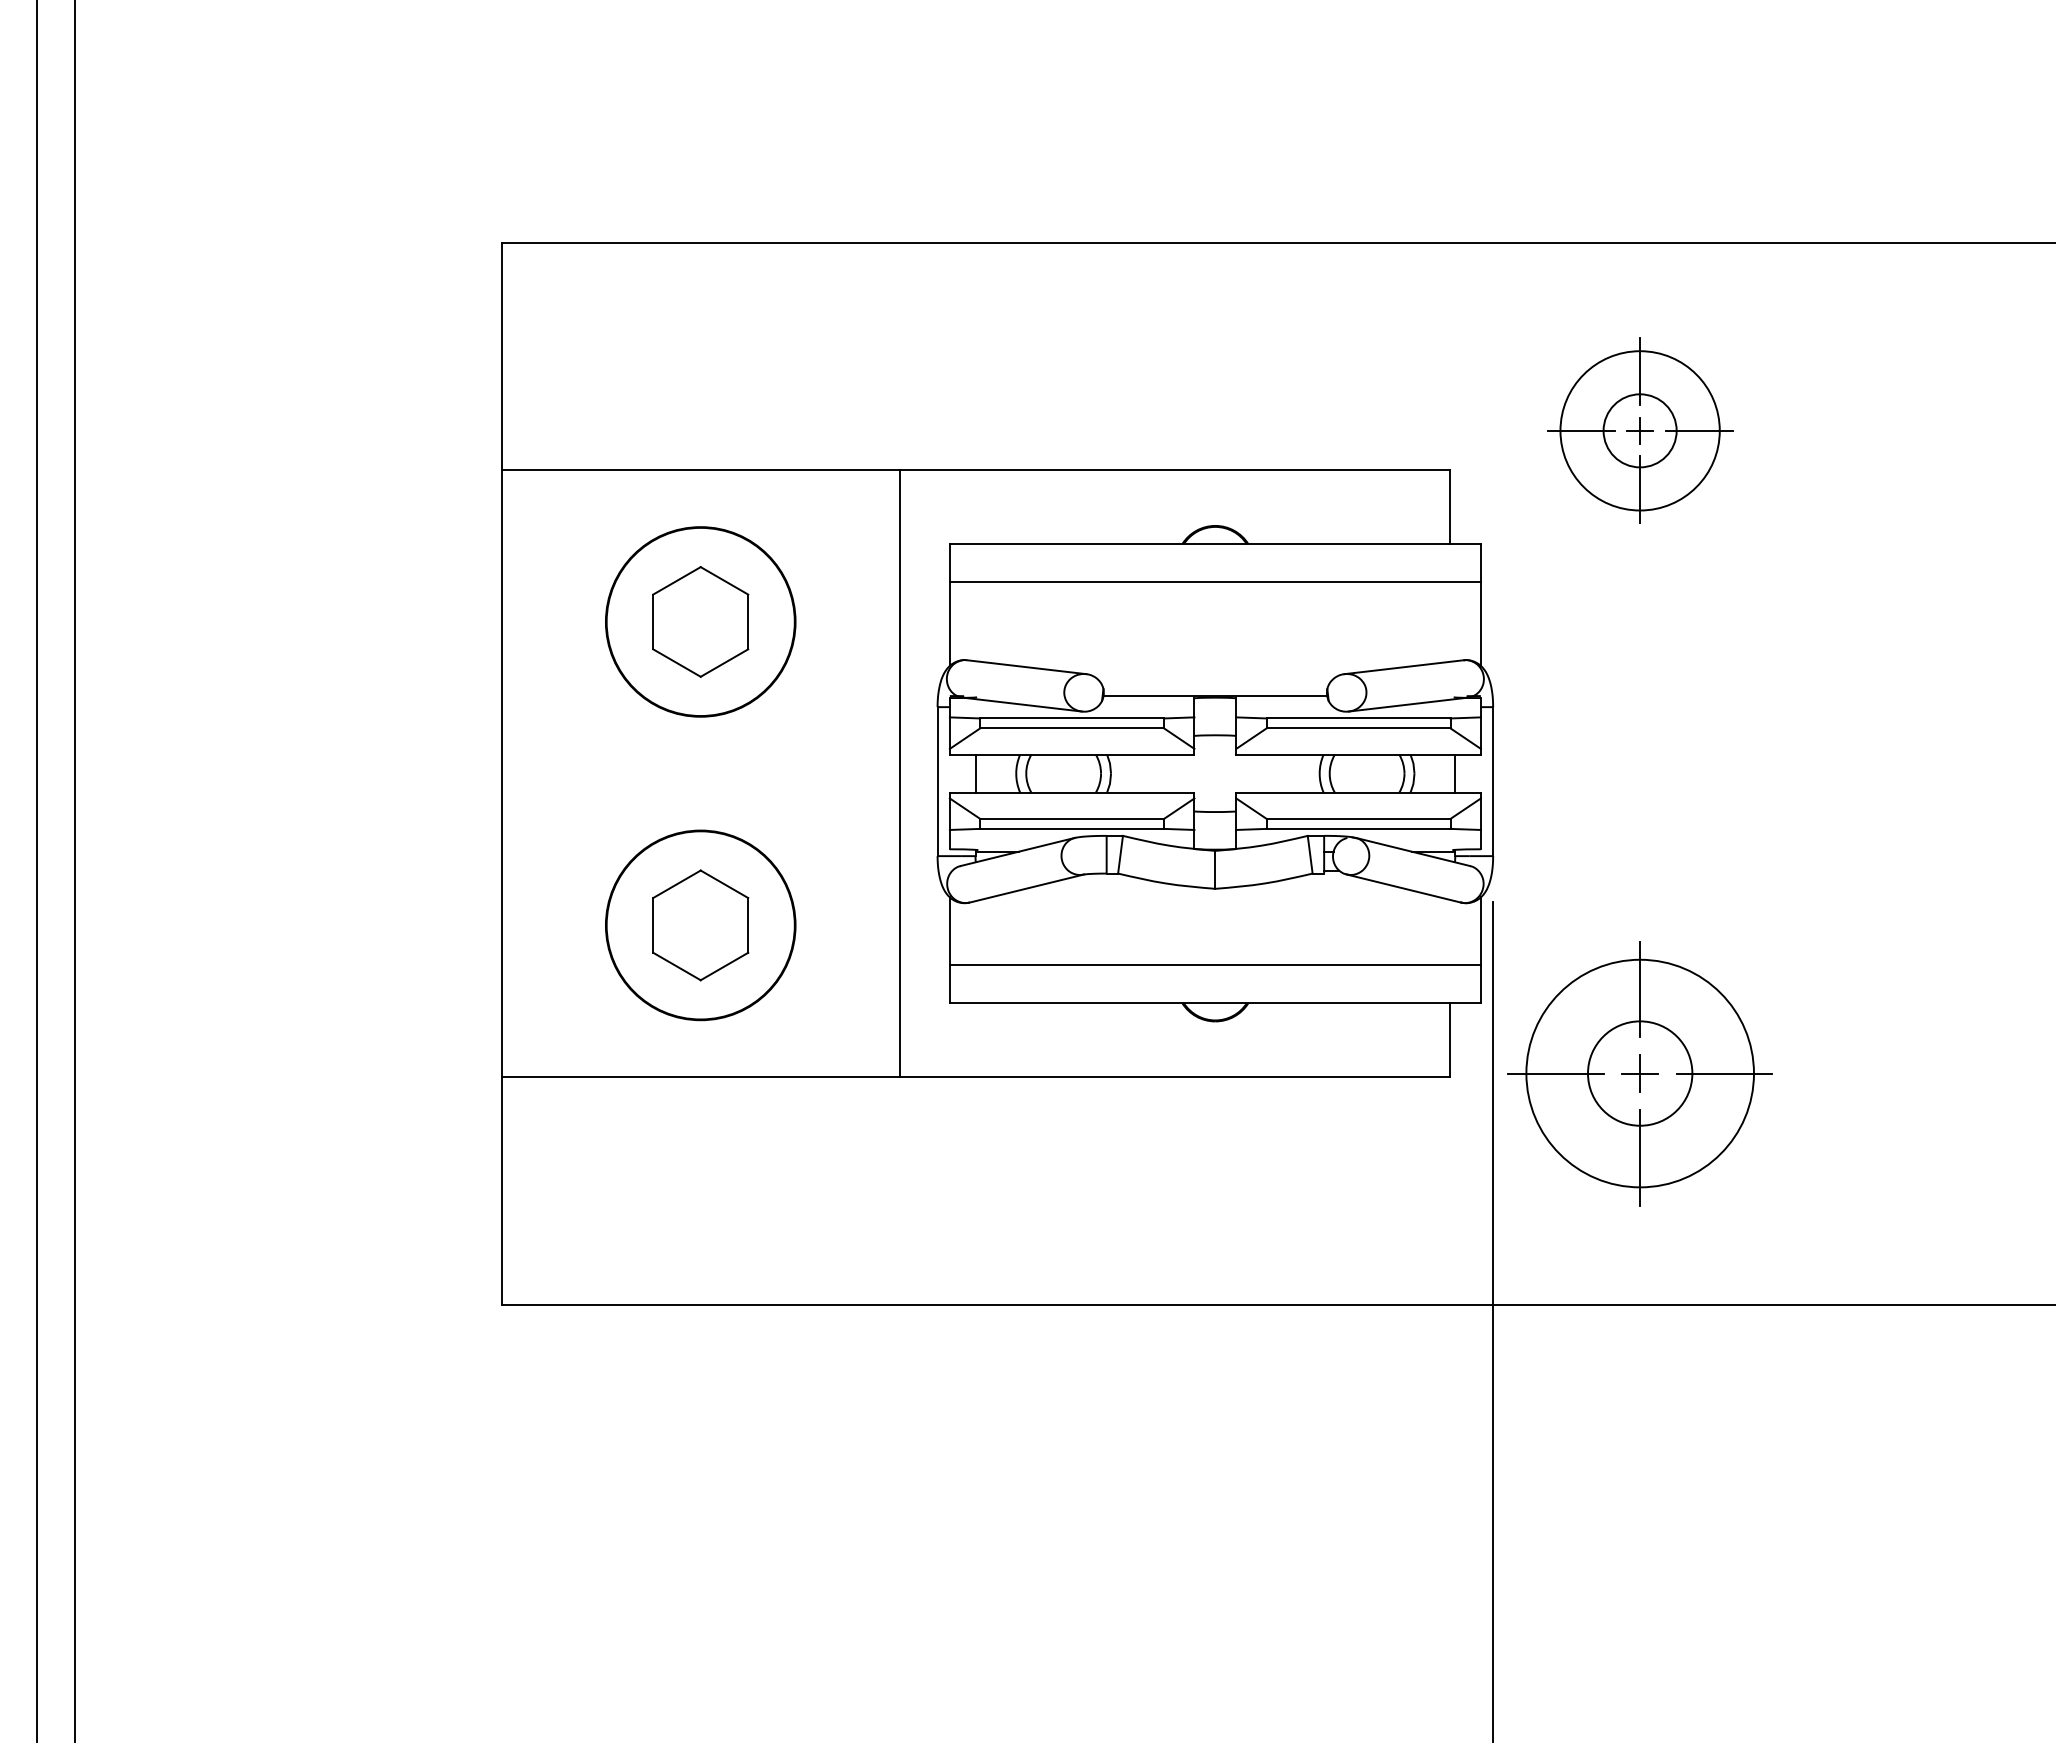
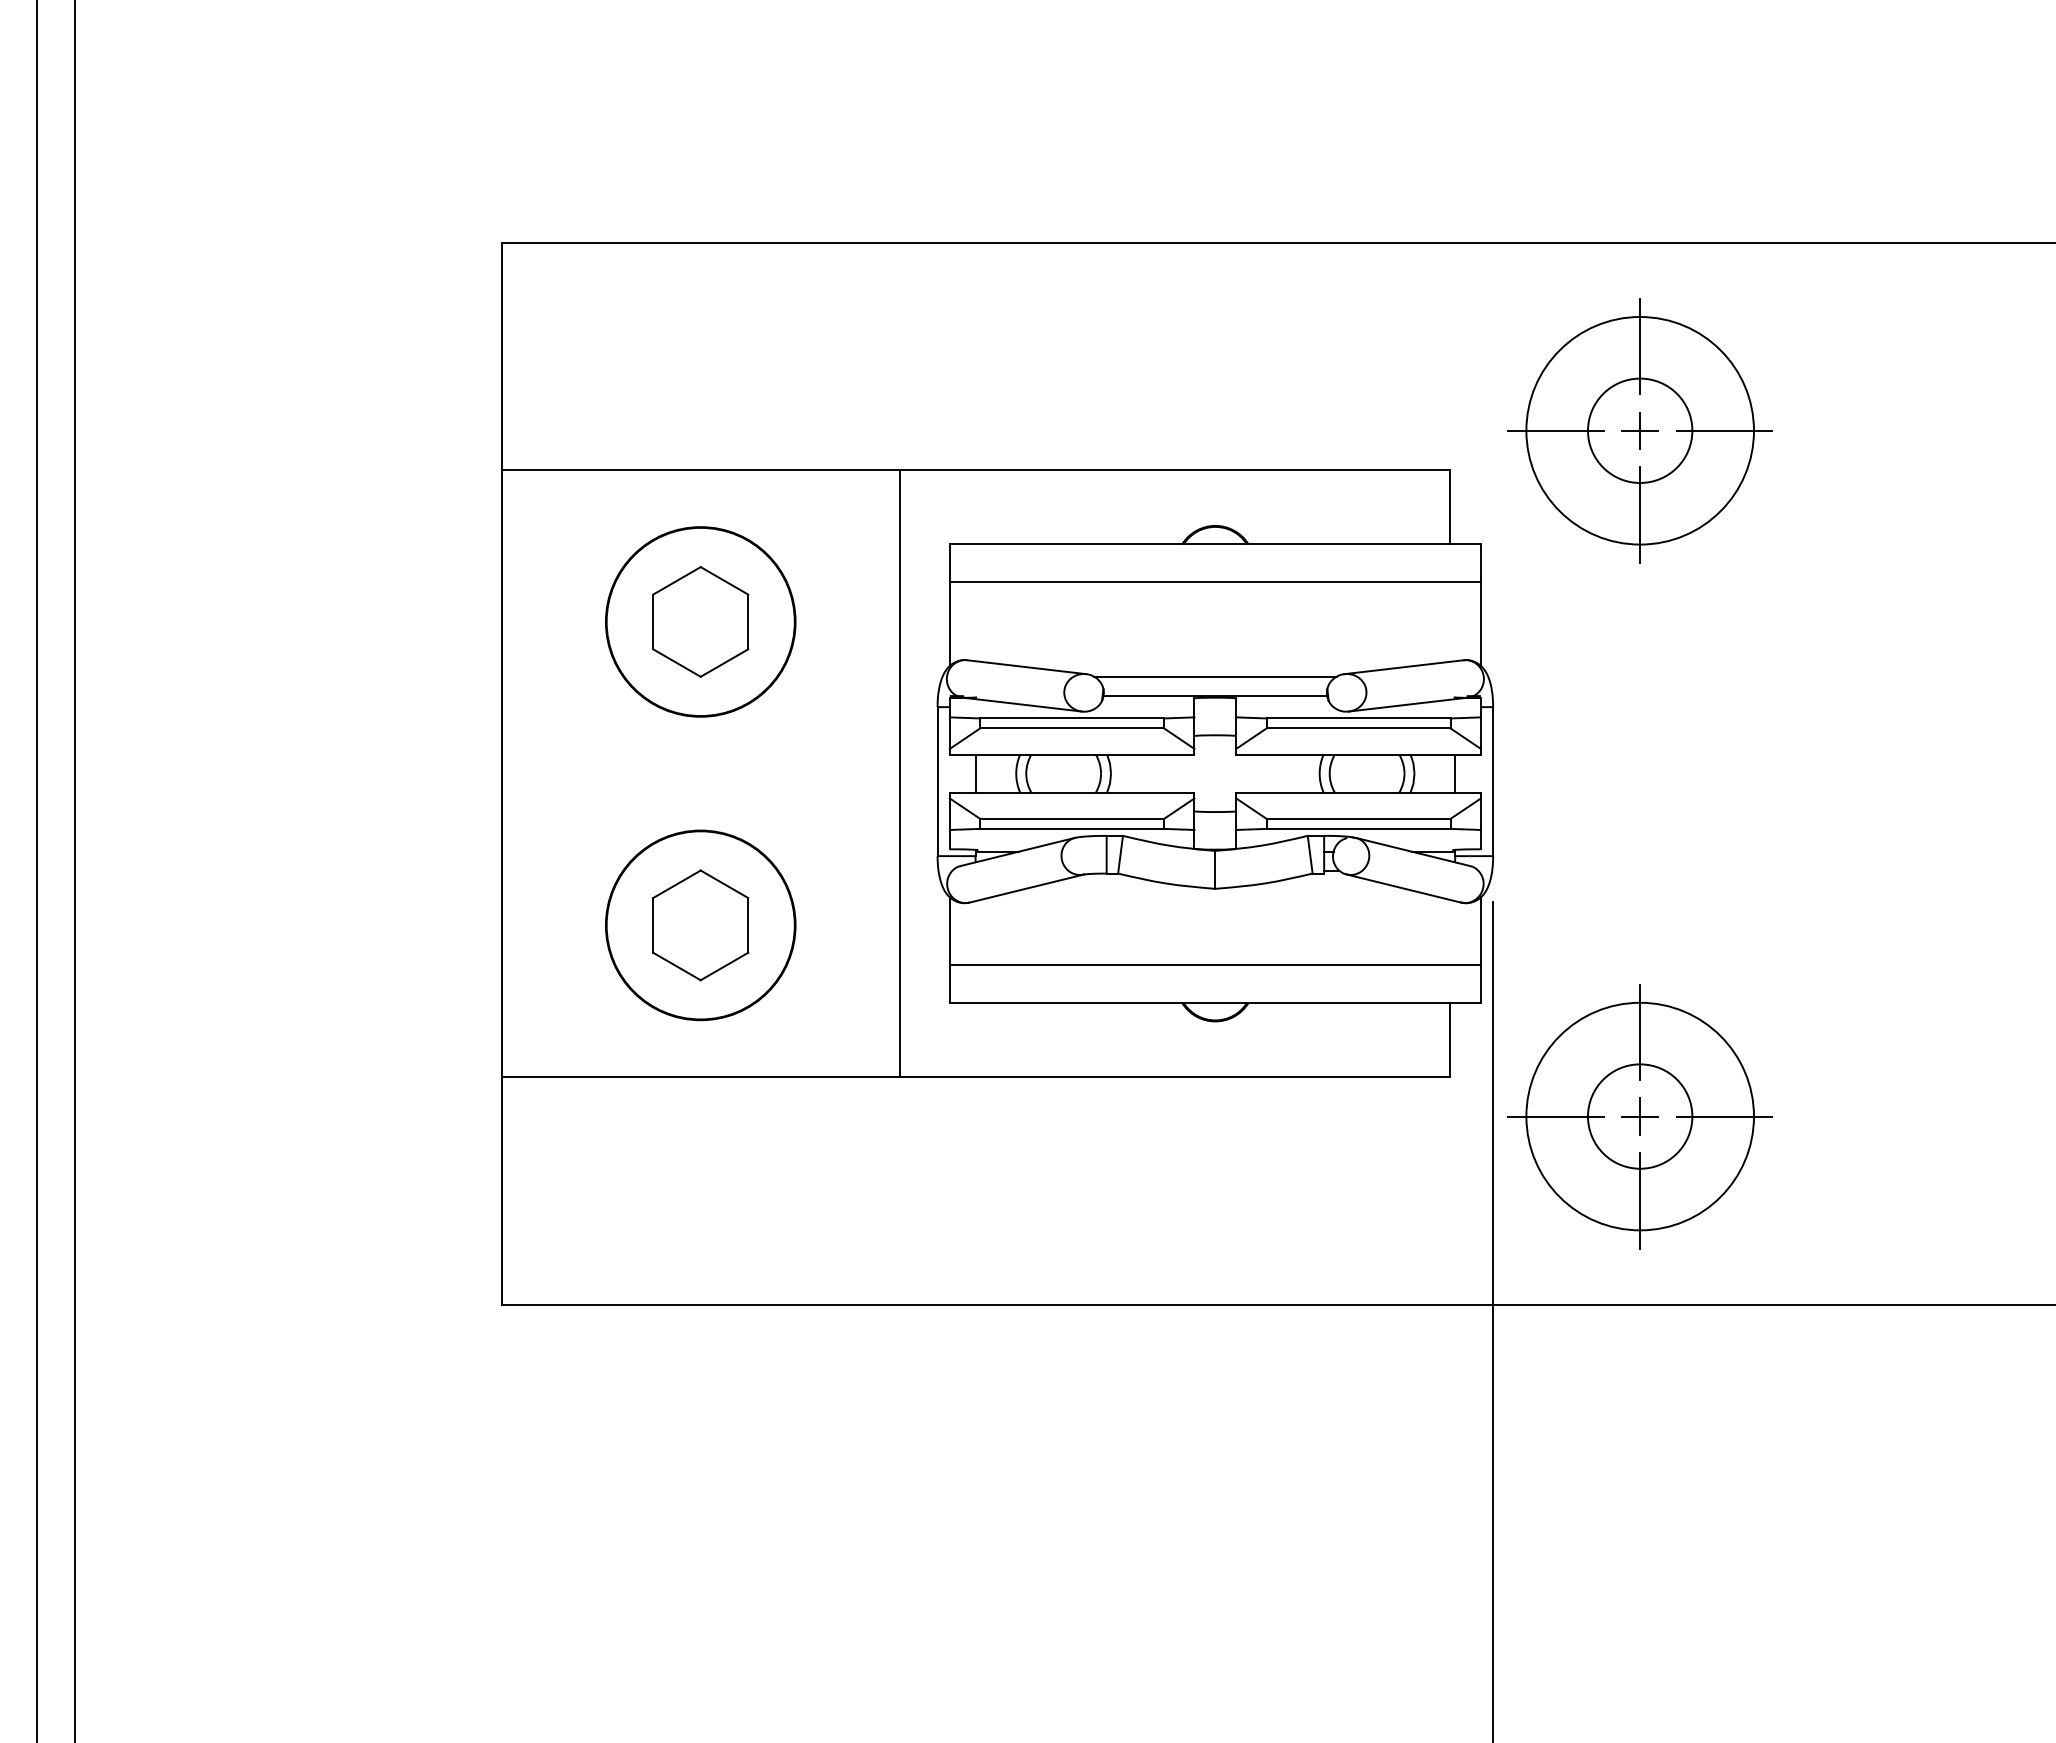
part at (1640, 430) size: 187x187 px -> 266x266 px
line at (1215, 676): none -> present
part at (1639, 1073) position: (1639, 1073) -> (1639, 1116)
